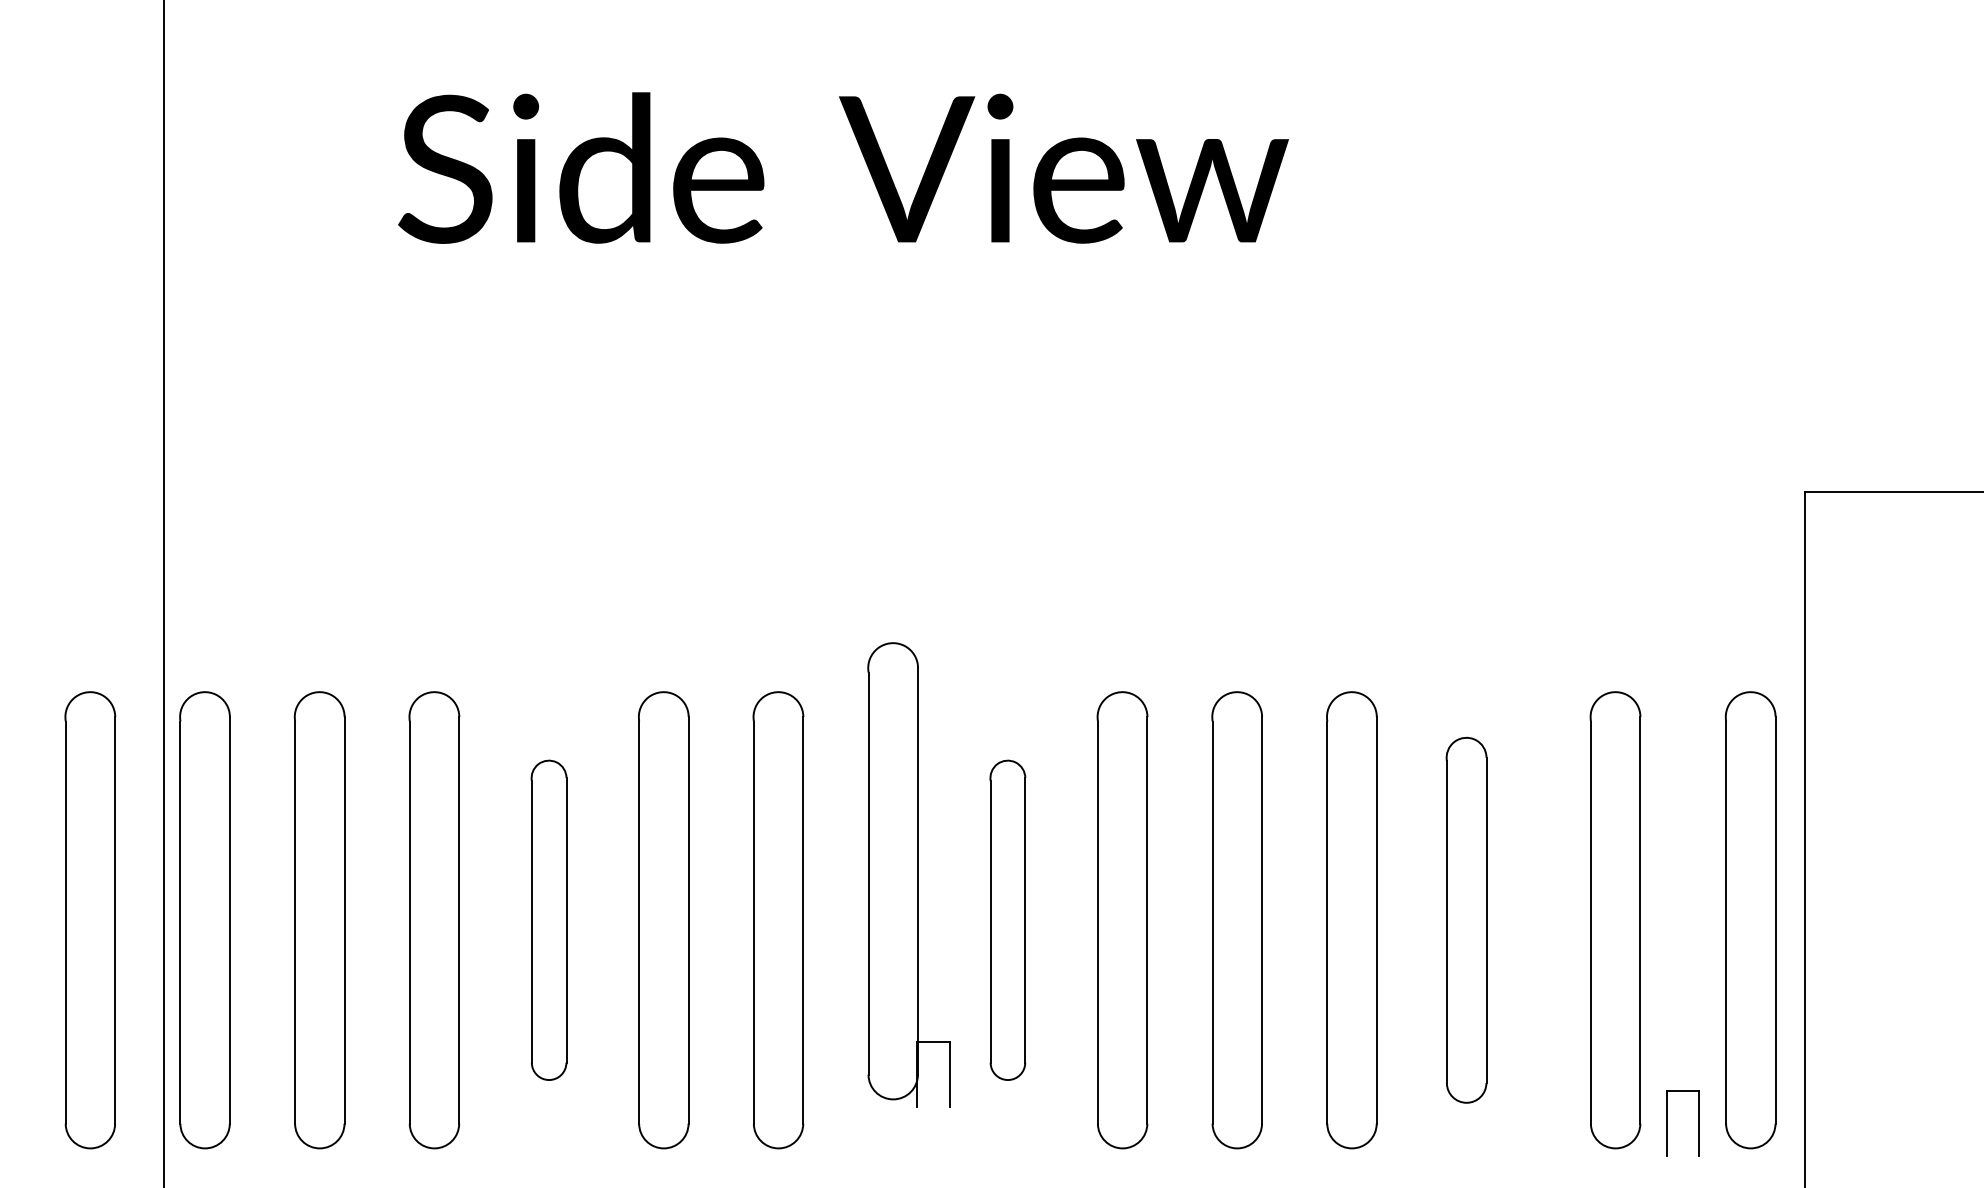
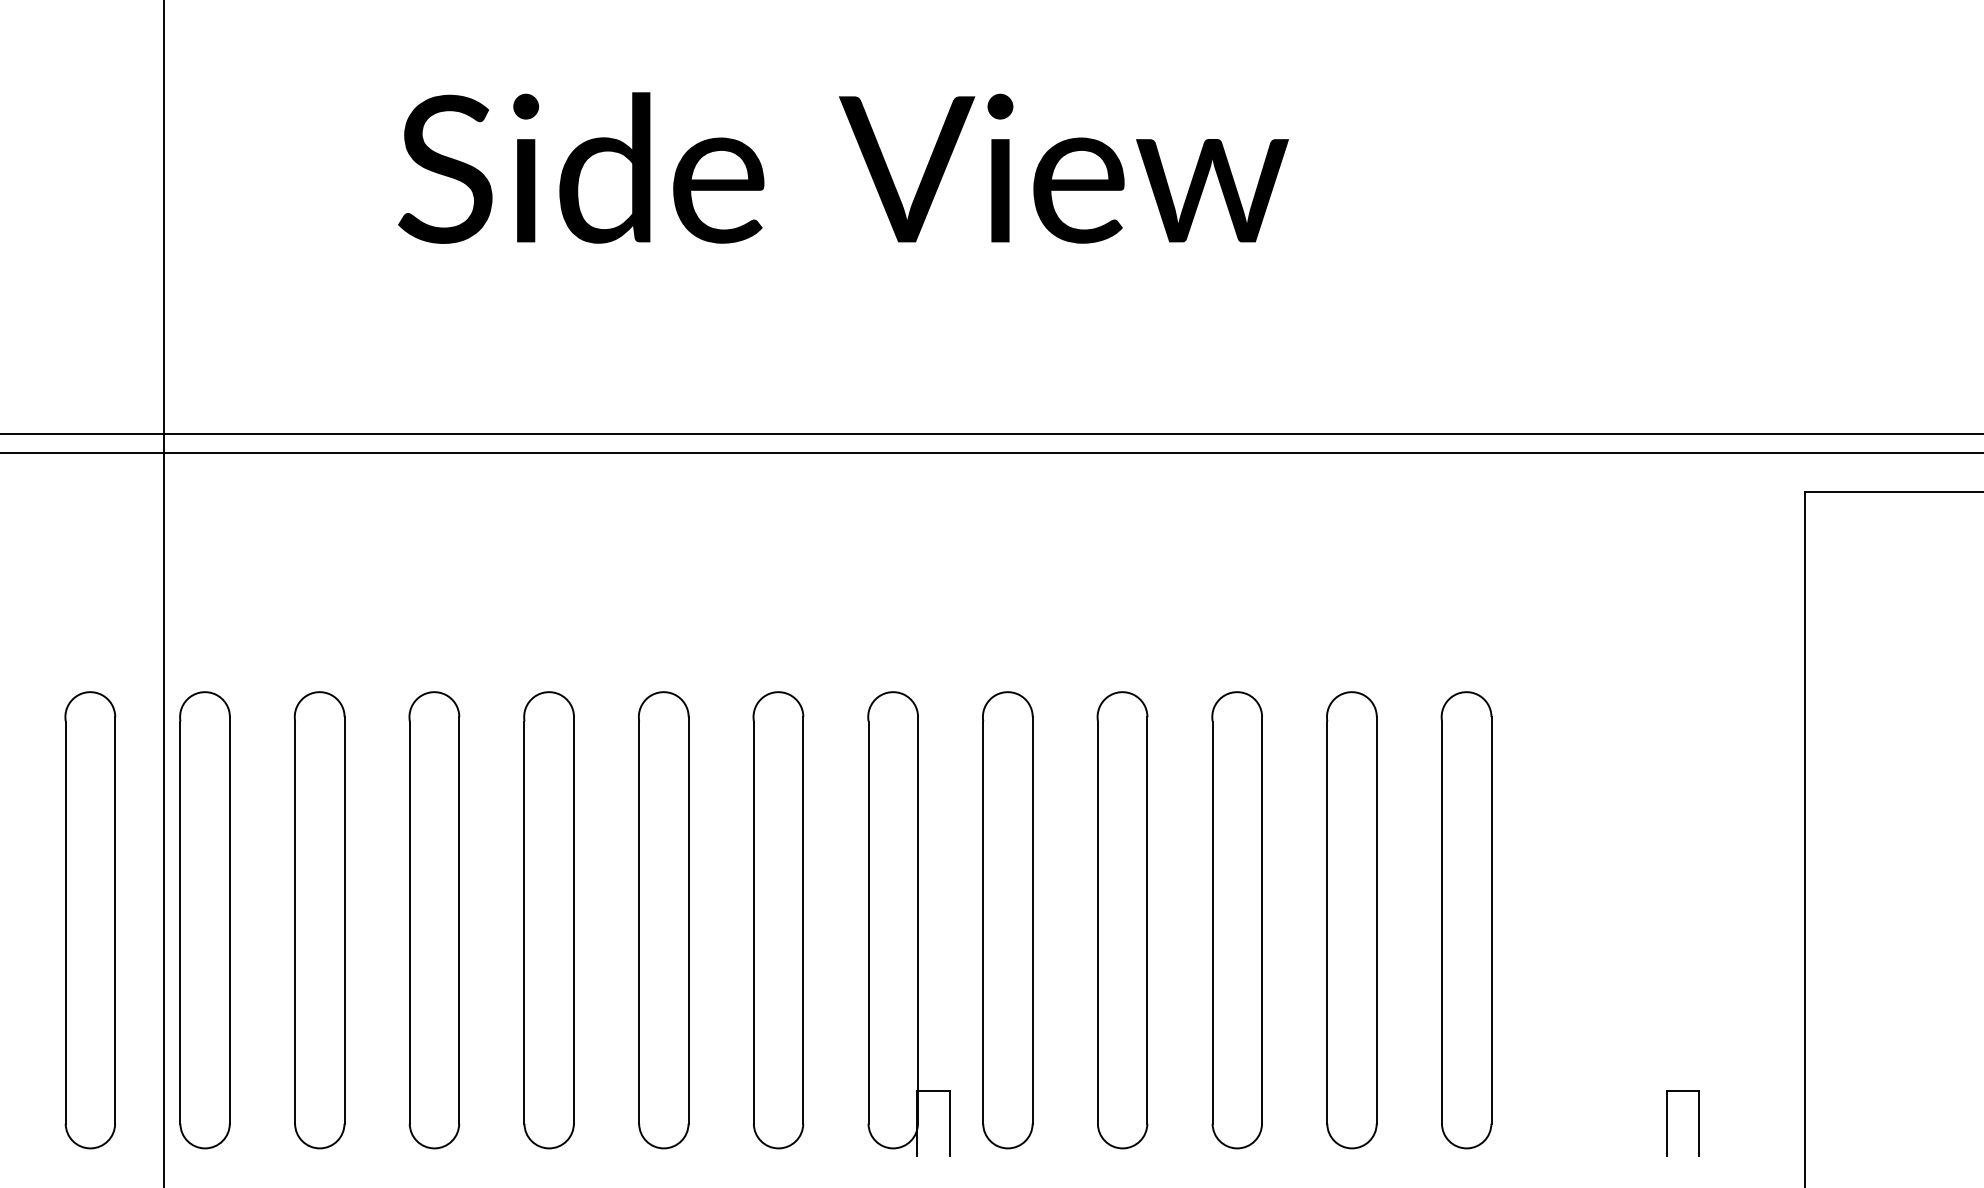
line at (991, 433): none -> present
line at (991, 453): none -> present
part at (908, 874) position: (908, 874) -> (908, 923)
part at (548, 919) size: 38x322 px -> 52x459 px
part at (1007, 919) size: 38x322 px -> 52x459 px
part at (1466, 919) size: 43x368 px -> 53x459 px
part at (1615, 920): present -> none
part at (1750, 920): present -> none
